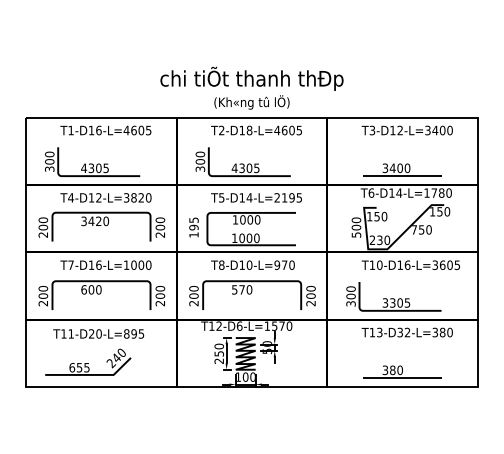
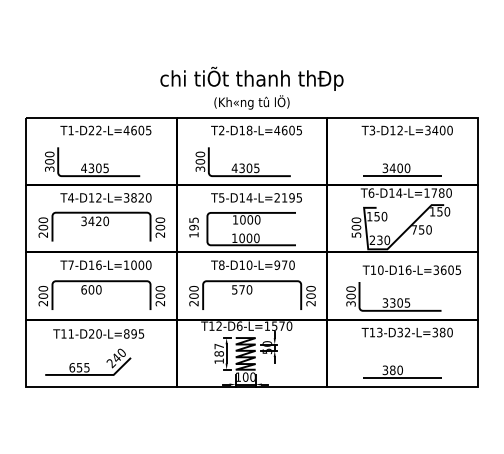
text at (94, 130): T1-D16-L=4605 -> T1-D22-L=4605
text at (410, 264) position: (410, 264) -> (411, 269)
text at (219, 353): 250 -> 187
